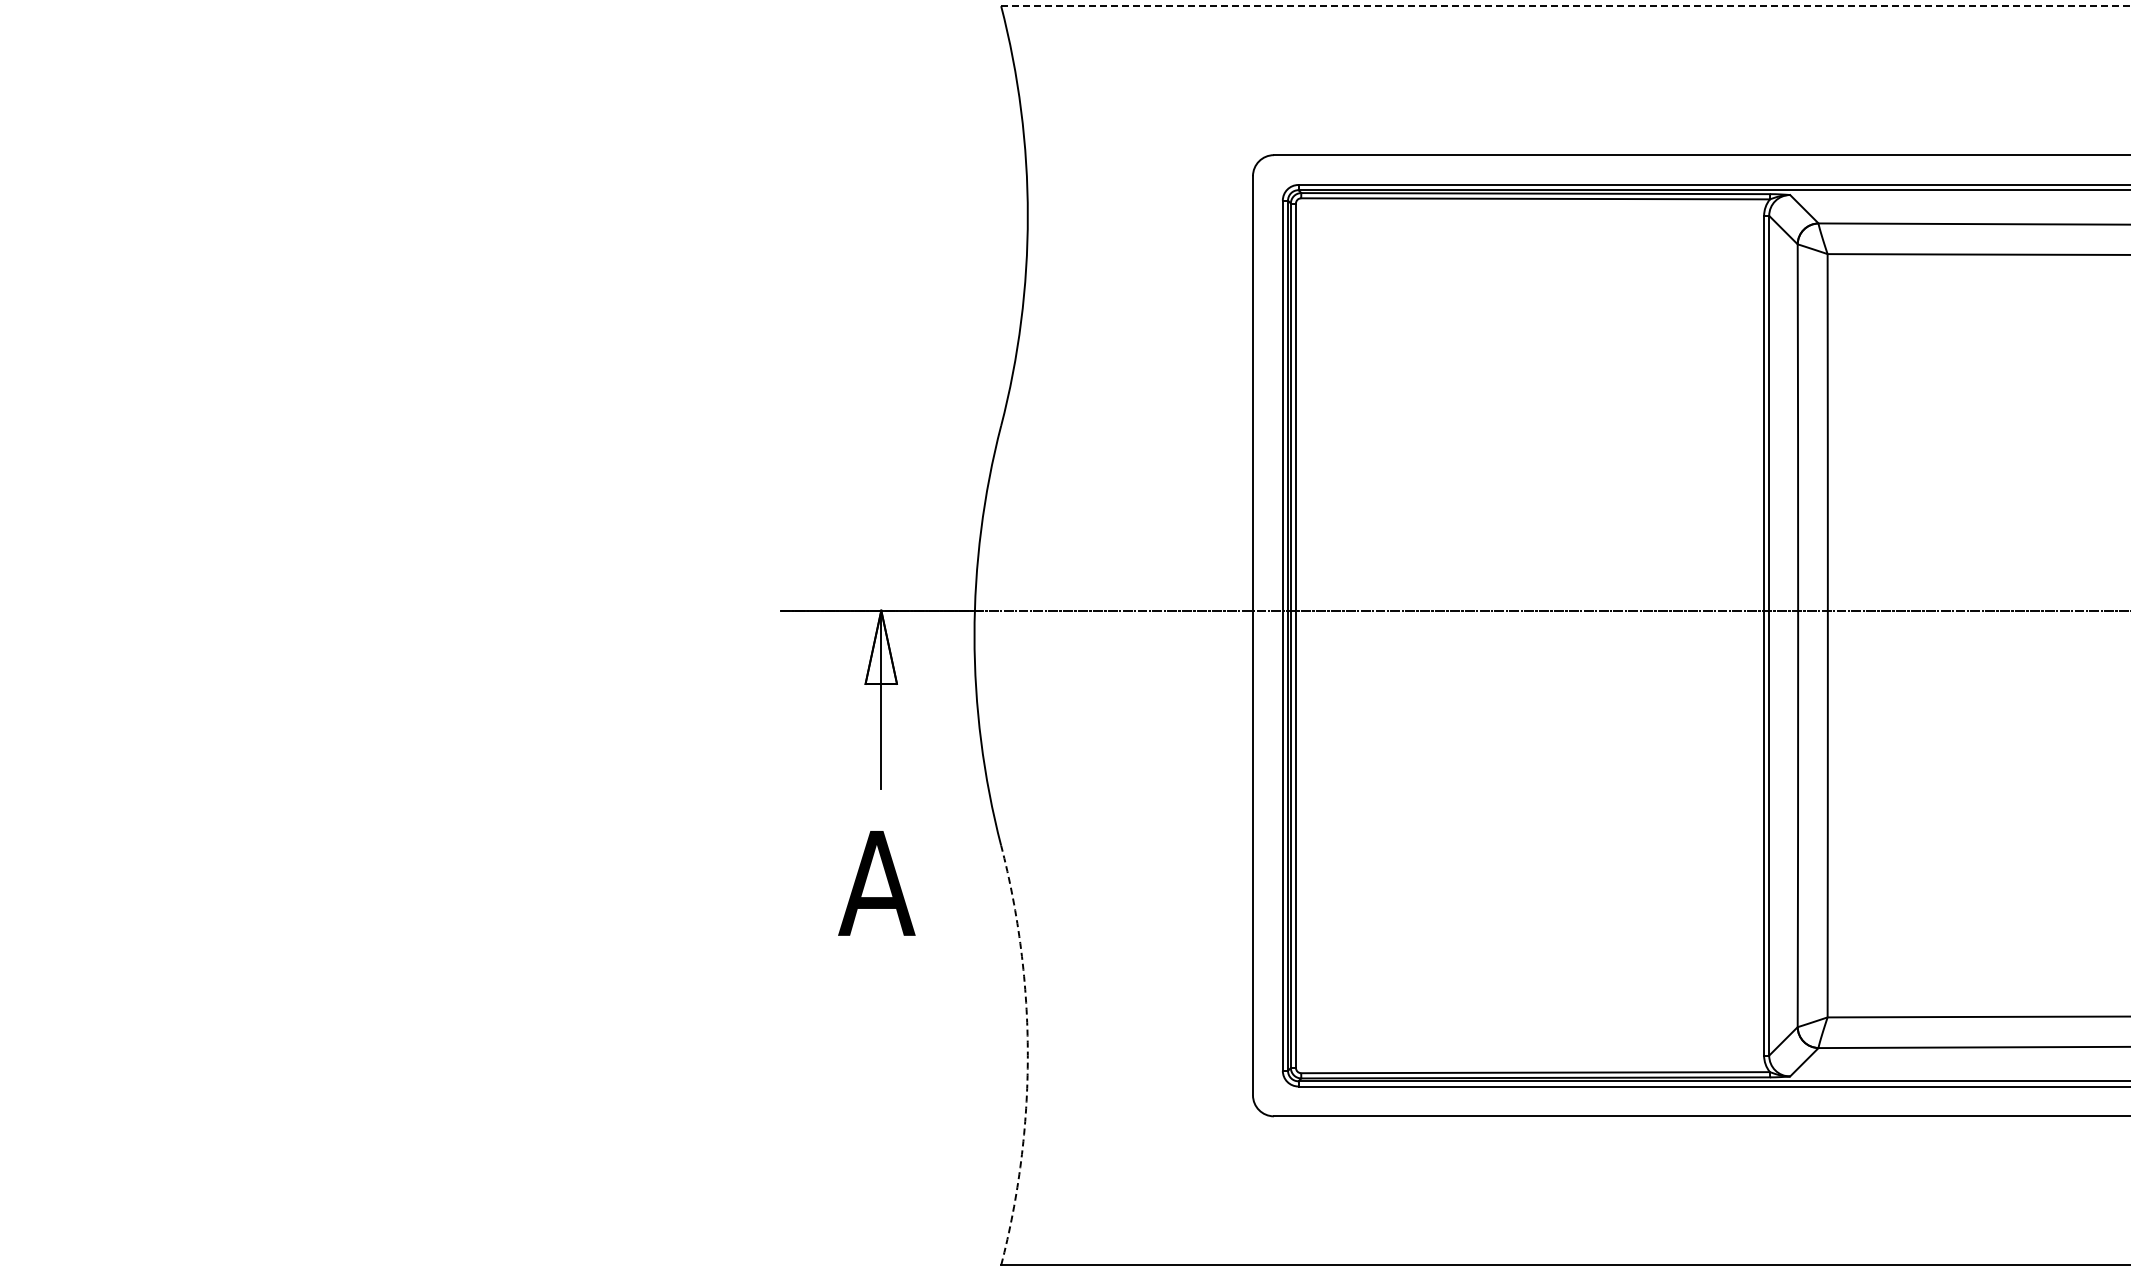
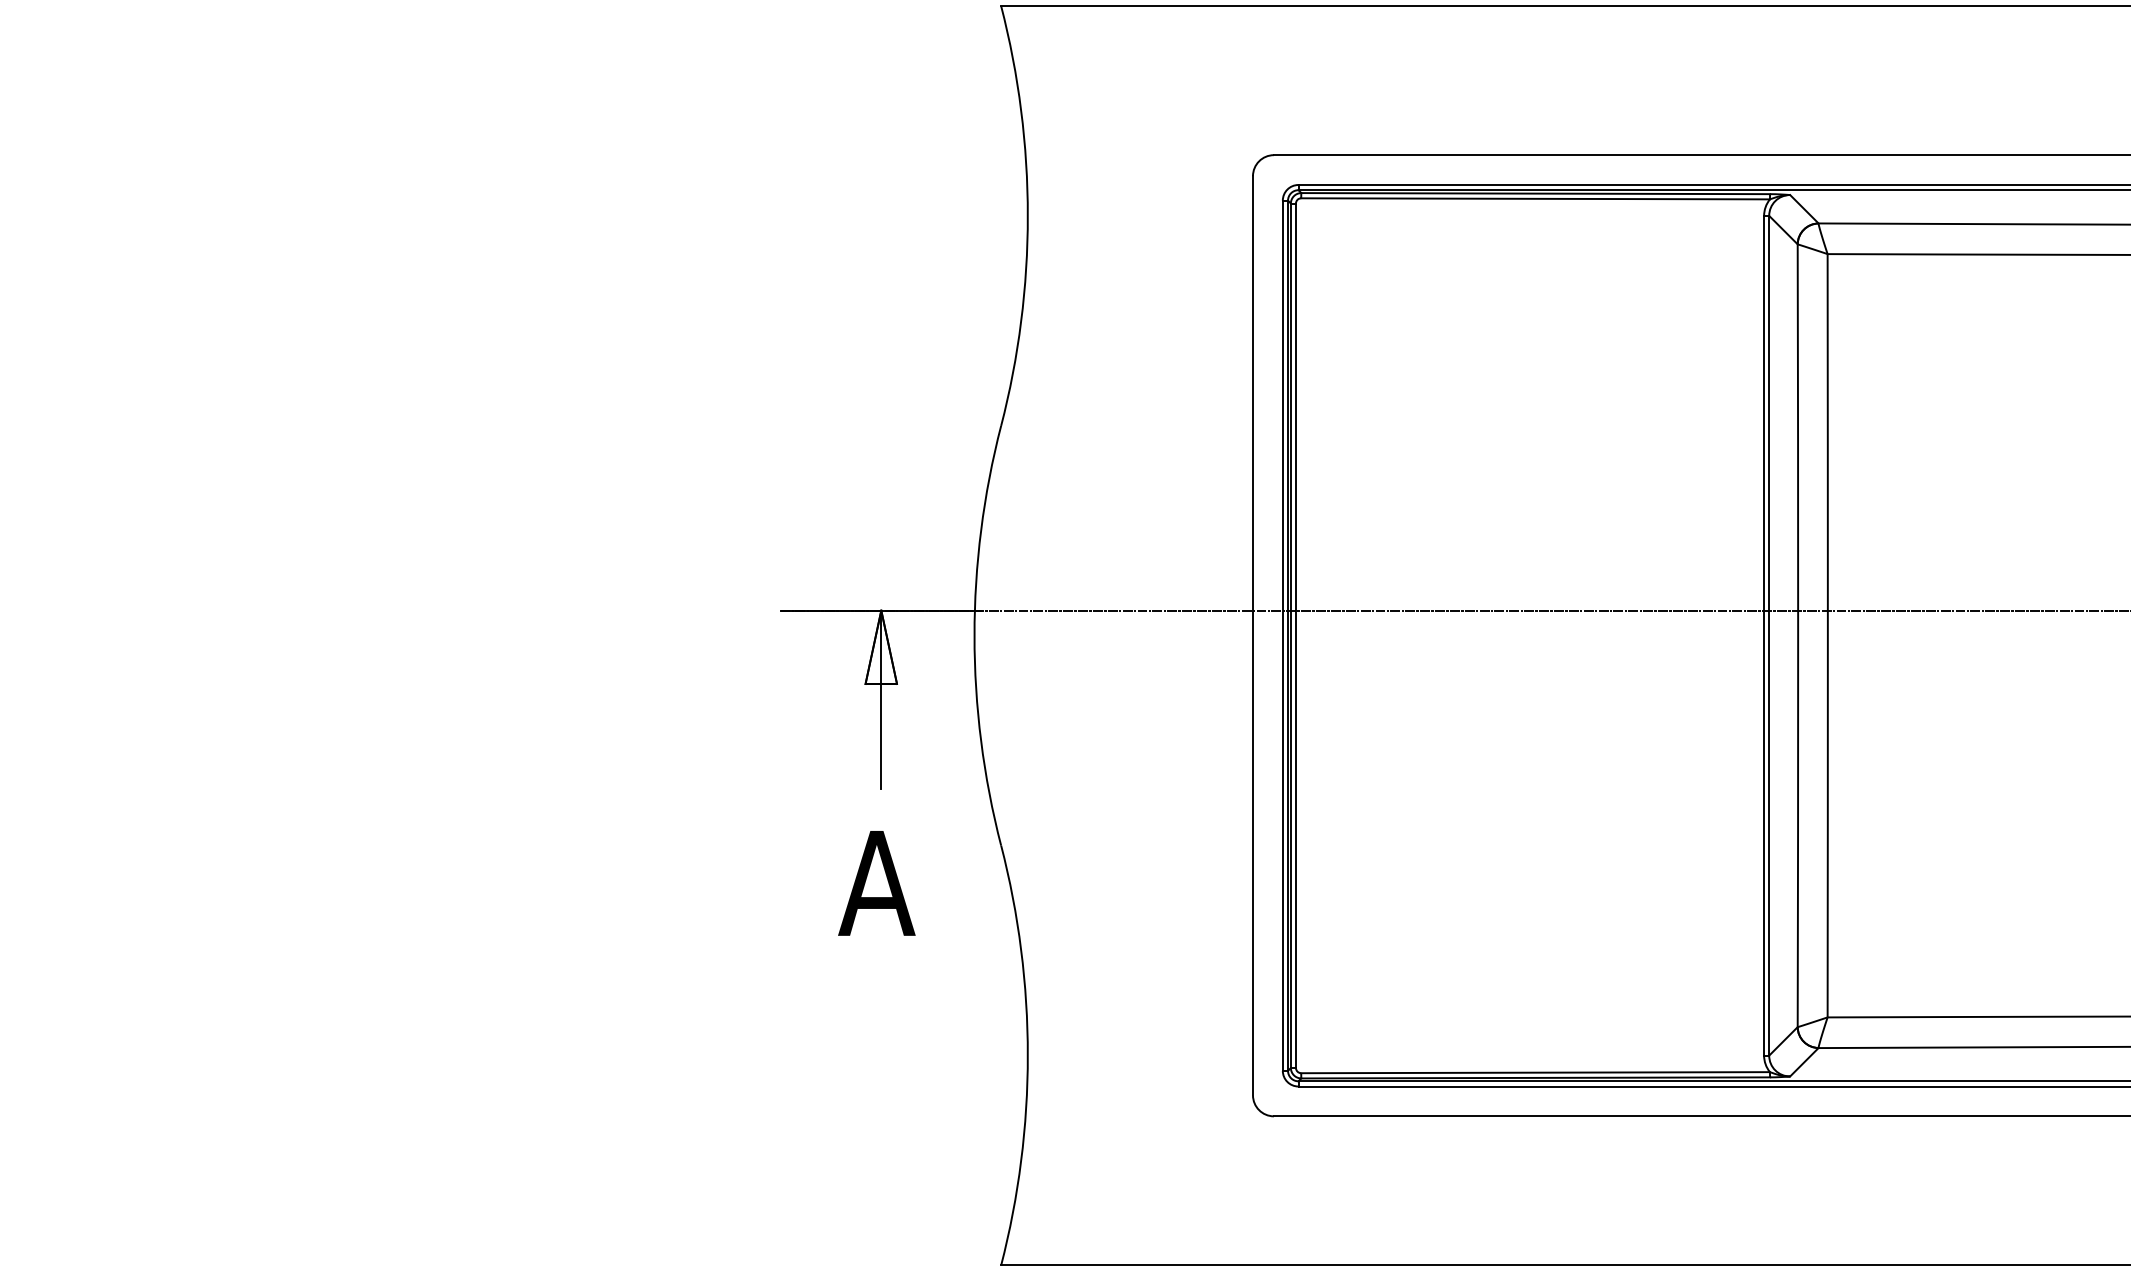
line at (1566, 6): dashed -> solid
arc at (1027, 1055): dashed -> solid
